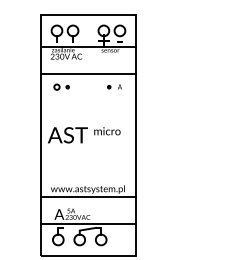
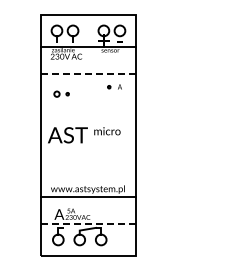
line at (88, 73): solid -> dashed
part at (61, 86) position: (61, 86) -> (61, 93)
line at (88, 223): solid -> dashed
